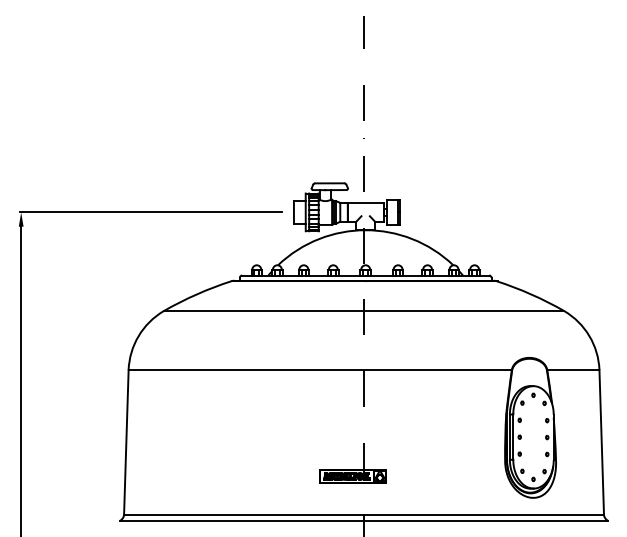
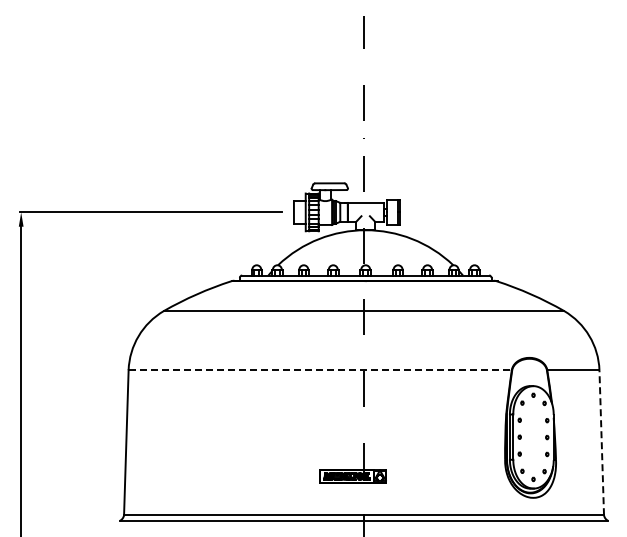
line at (320, 370): solid -> dashed
line at (601, 442): solid -> dashed
